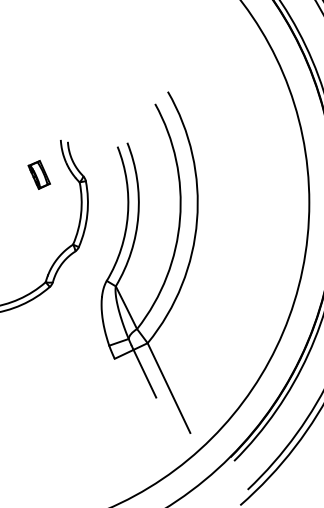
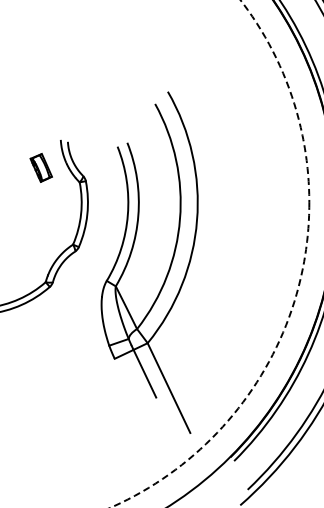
part at (38, 174) position: (38, 174) -> (40, 167)
circle at (209, 253): solid -> dashed
